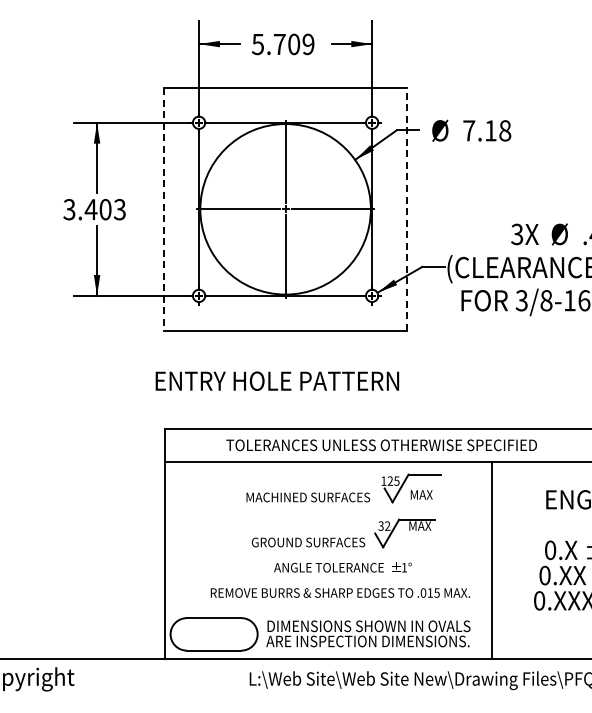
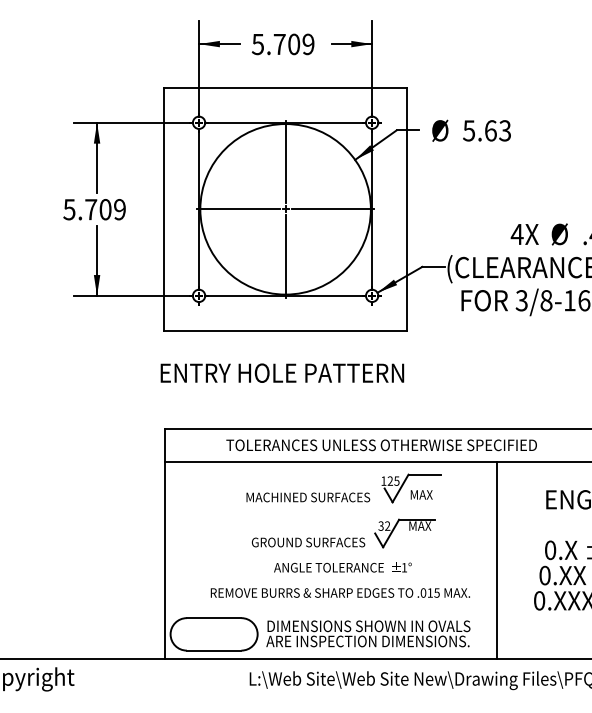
text at (487, 130): 7.18 -> 5.63
line at (406, 208): dashed -> solid
text at (94, 209): 3.403 -> 5.709
line at (164, 209): dashed -> solid
text at (516, 234): 3X -> 4X
text at (277, 380) position: (277, 380) -> (282, 372)
line at (491, 560) position: (491, 560) -> (496, 560)
